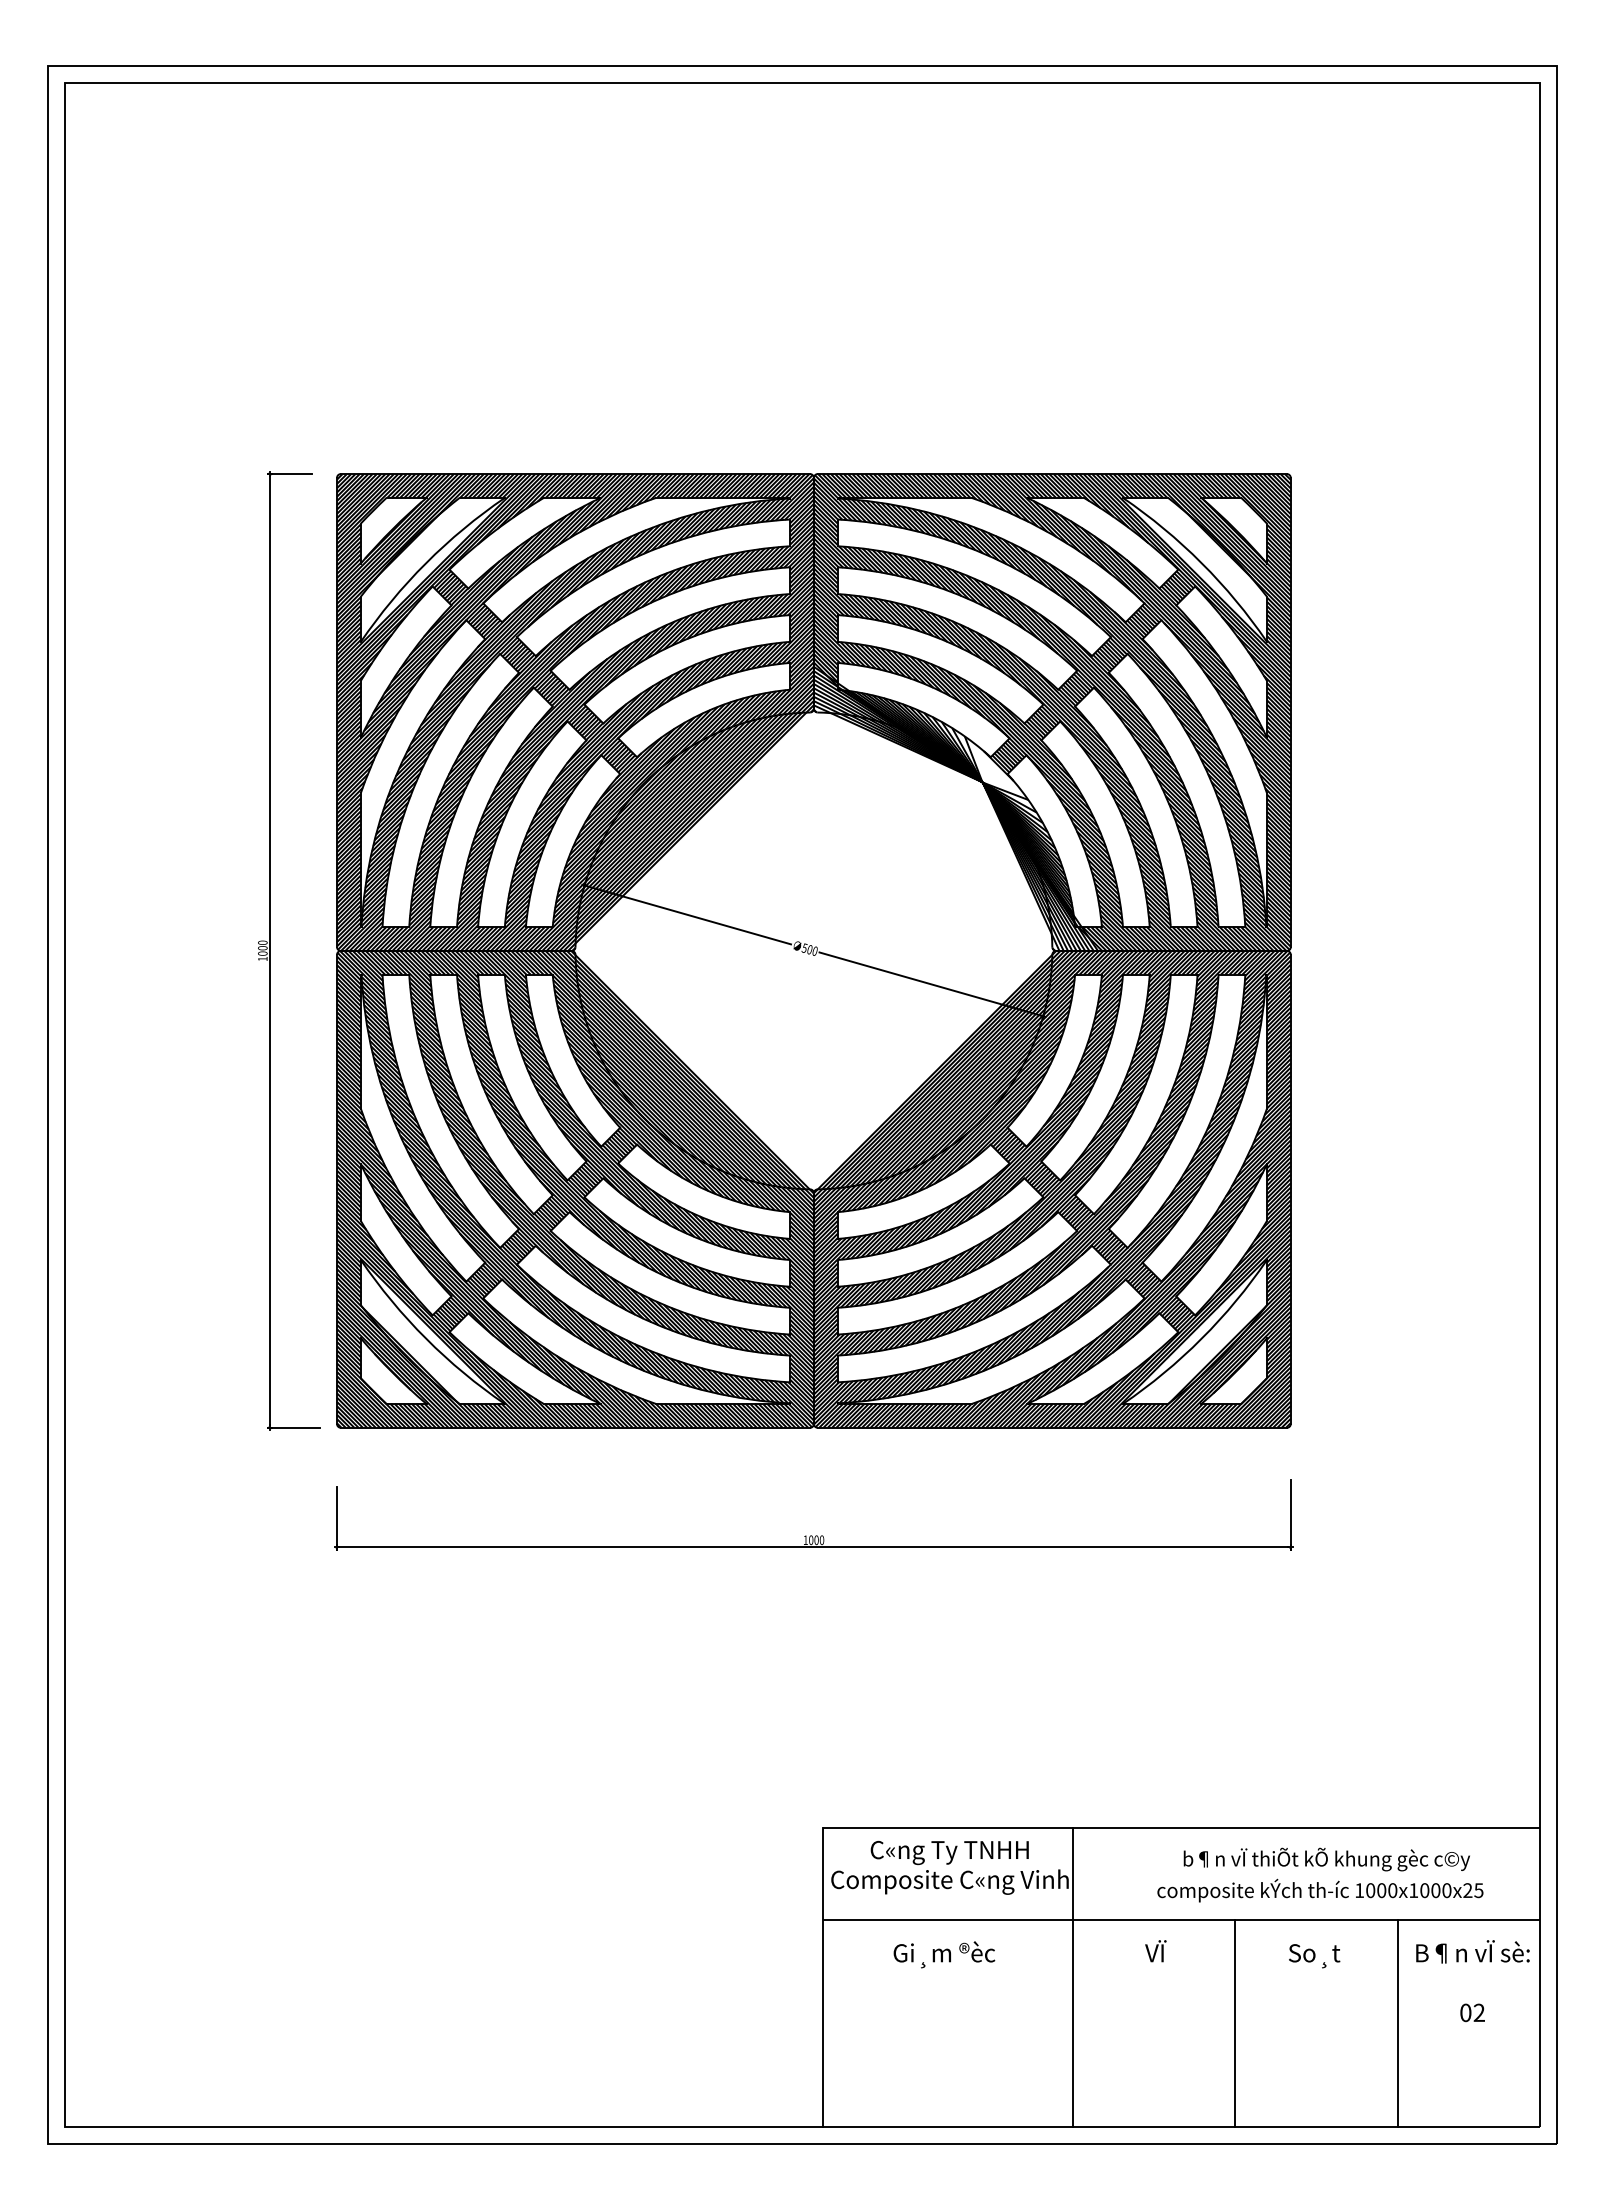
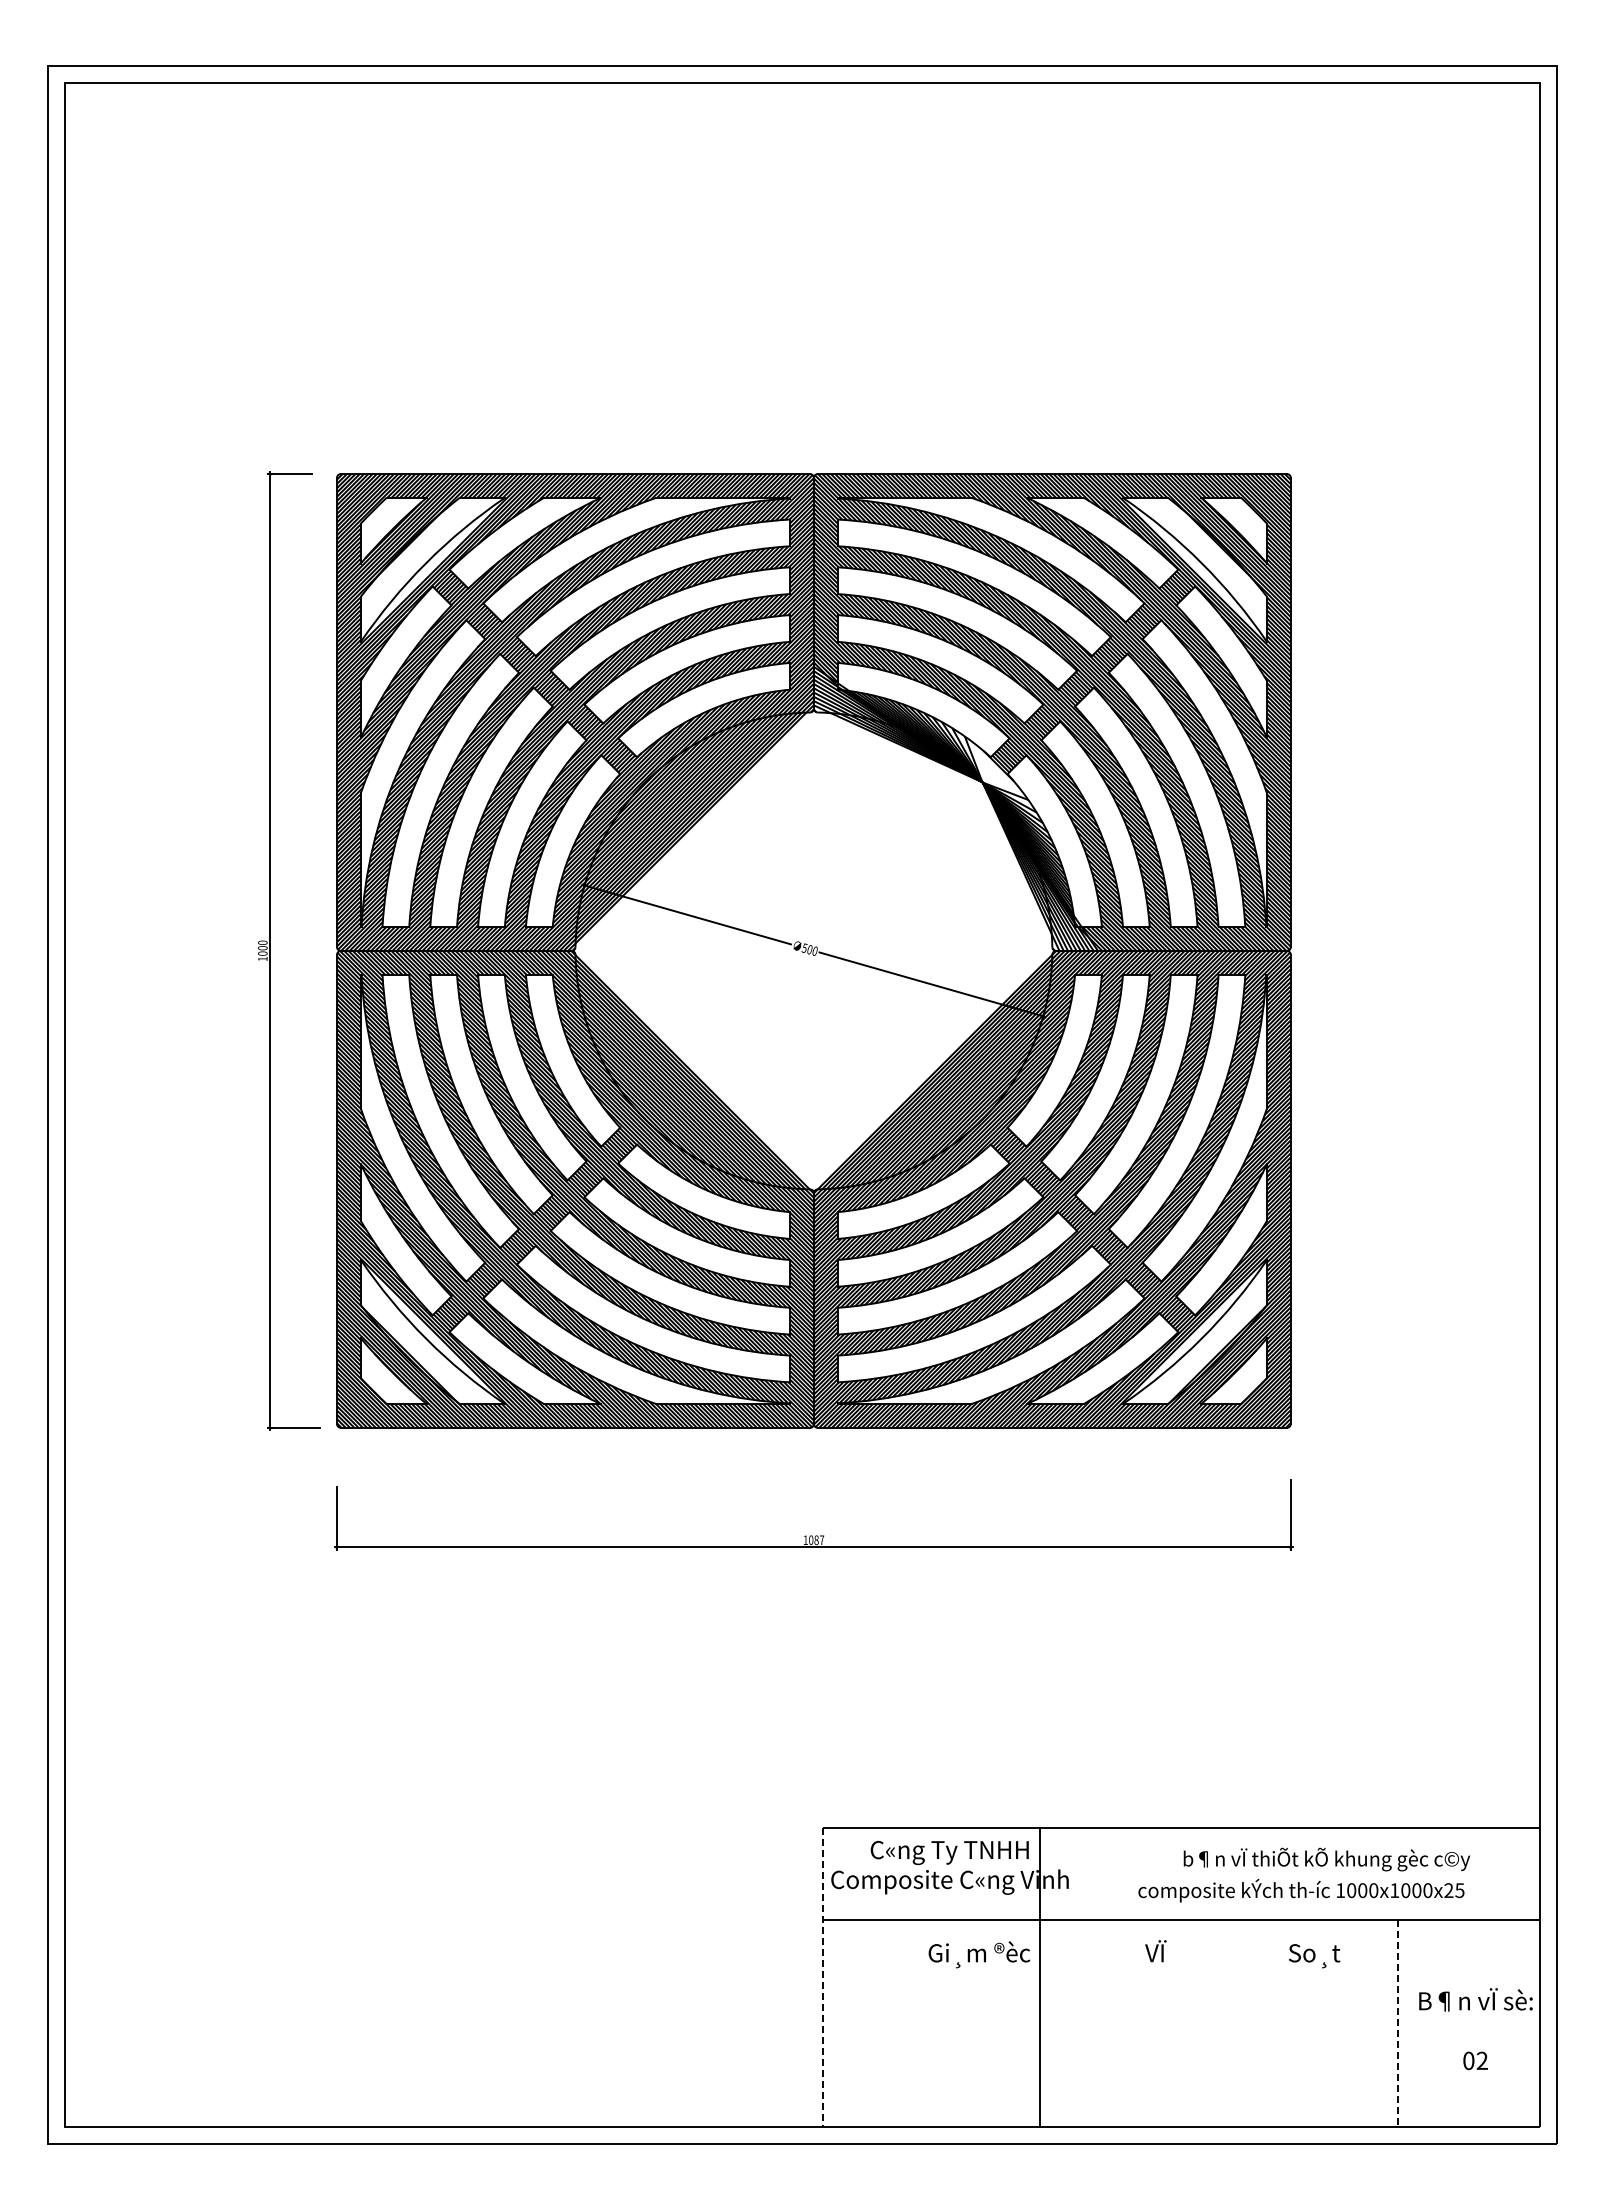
text at (819, 1540): 1000 -> 1087
text at (1320, 1890) position: (1320, 1890) -> (1301, 1890)
text at (944, 1954) position: (944, 1954) -> (979, 1954)
line at (823, 1977): solid -> dashed
line at (1072, 1977) position: (1072, 1977) -> (1039, 1977)
text at (1472, 1981) position: (1472, 1981) -> (1475, 2029)
line at (1235, 2023): present -> none
line at (1397, 2023): solid -> dashed
